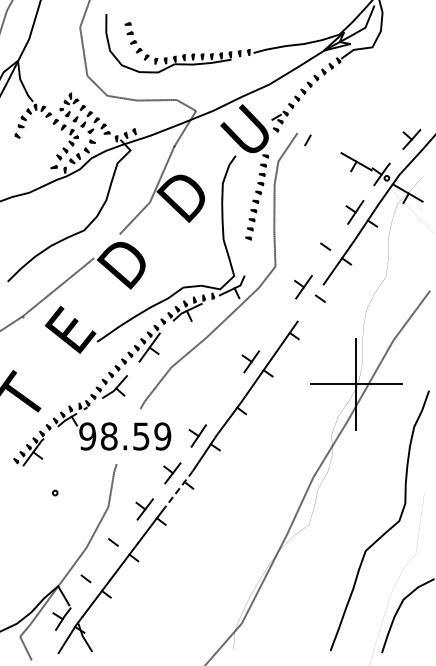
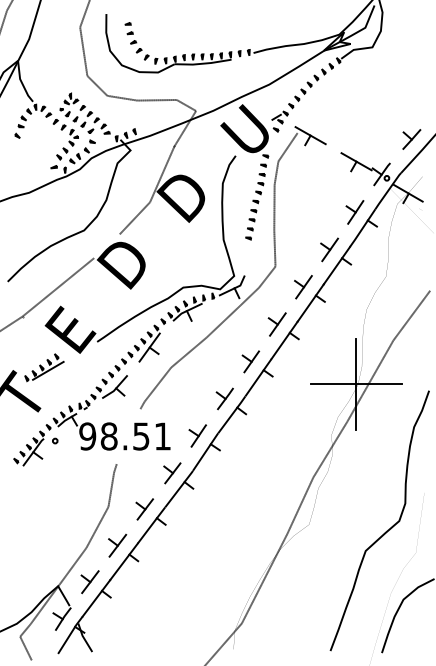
line at (310, 135): none -> present
line at (329, 249): none -> present
line at (310, 302): none -> present
part at (276, 324): none -> present
part at (44, 367): none -> present
part at (224, 398): none -> present
text at (162, 436): 98.59 -> 98.51
line at (179, 488): dashed -> solid
part at (55, 492) position: (55, 492) -> (55, 440)
line at (117, 545): none -> present
line at (90, 582): none -> present
